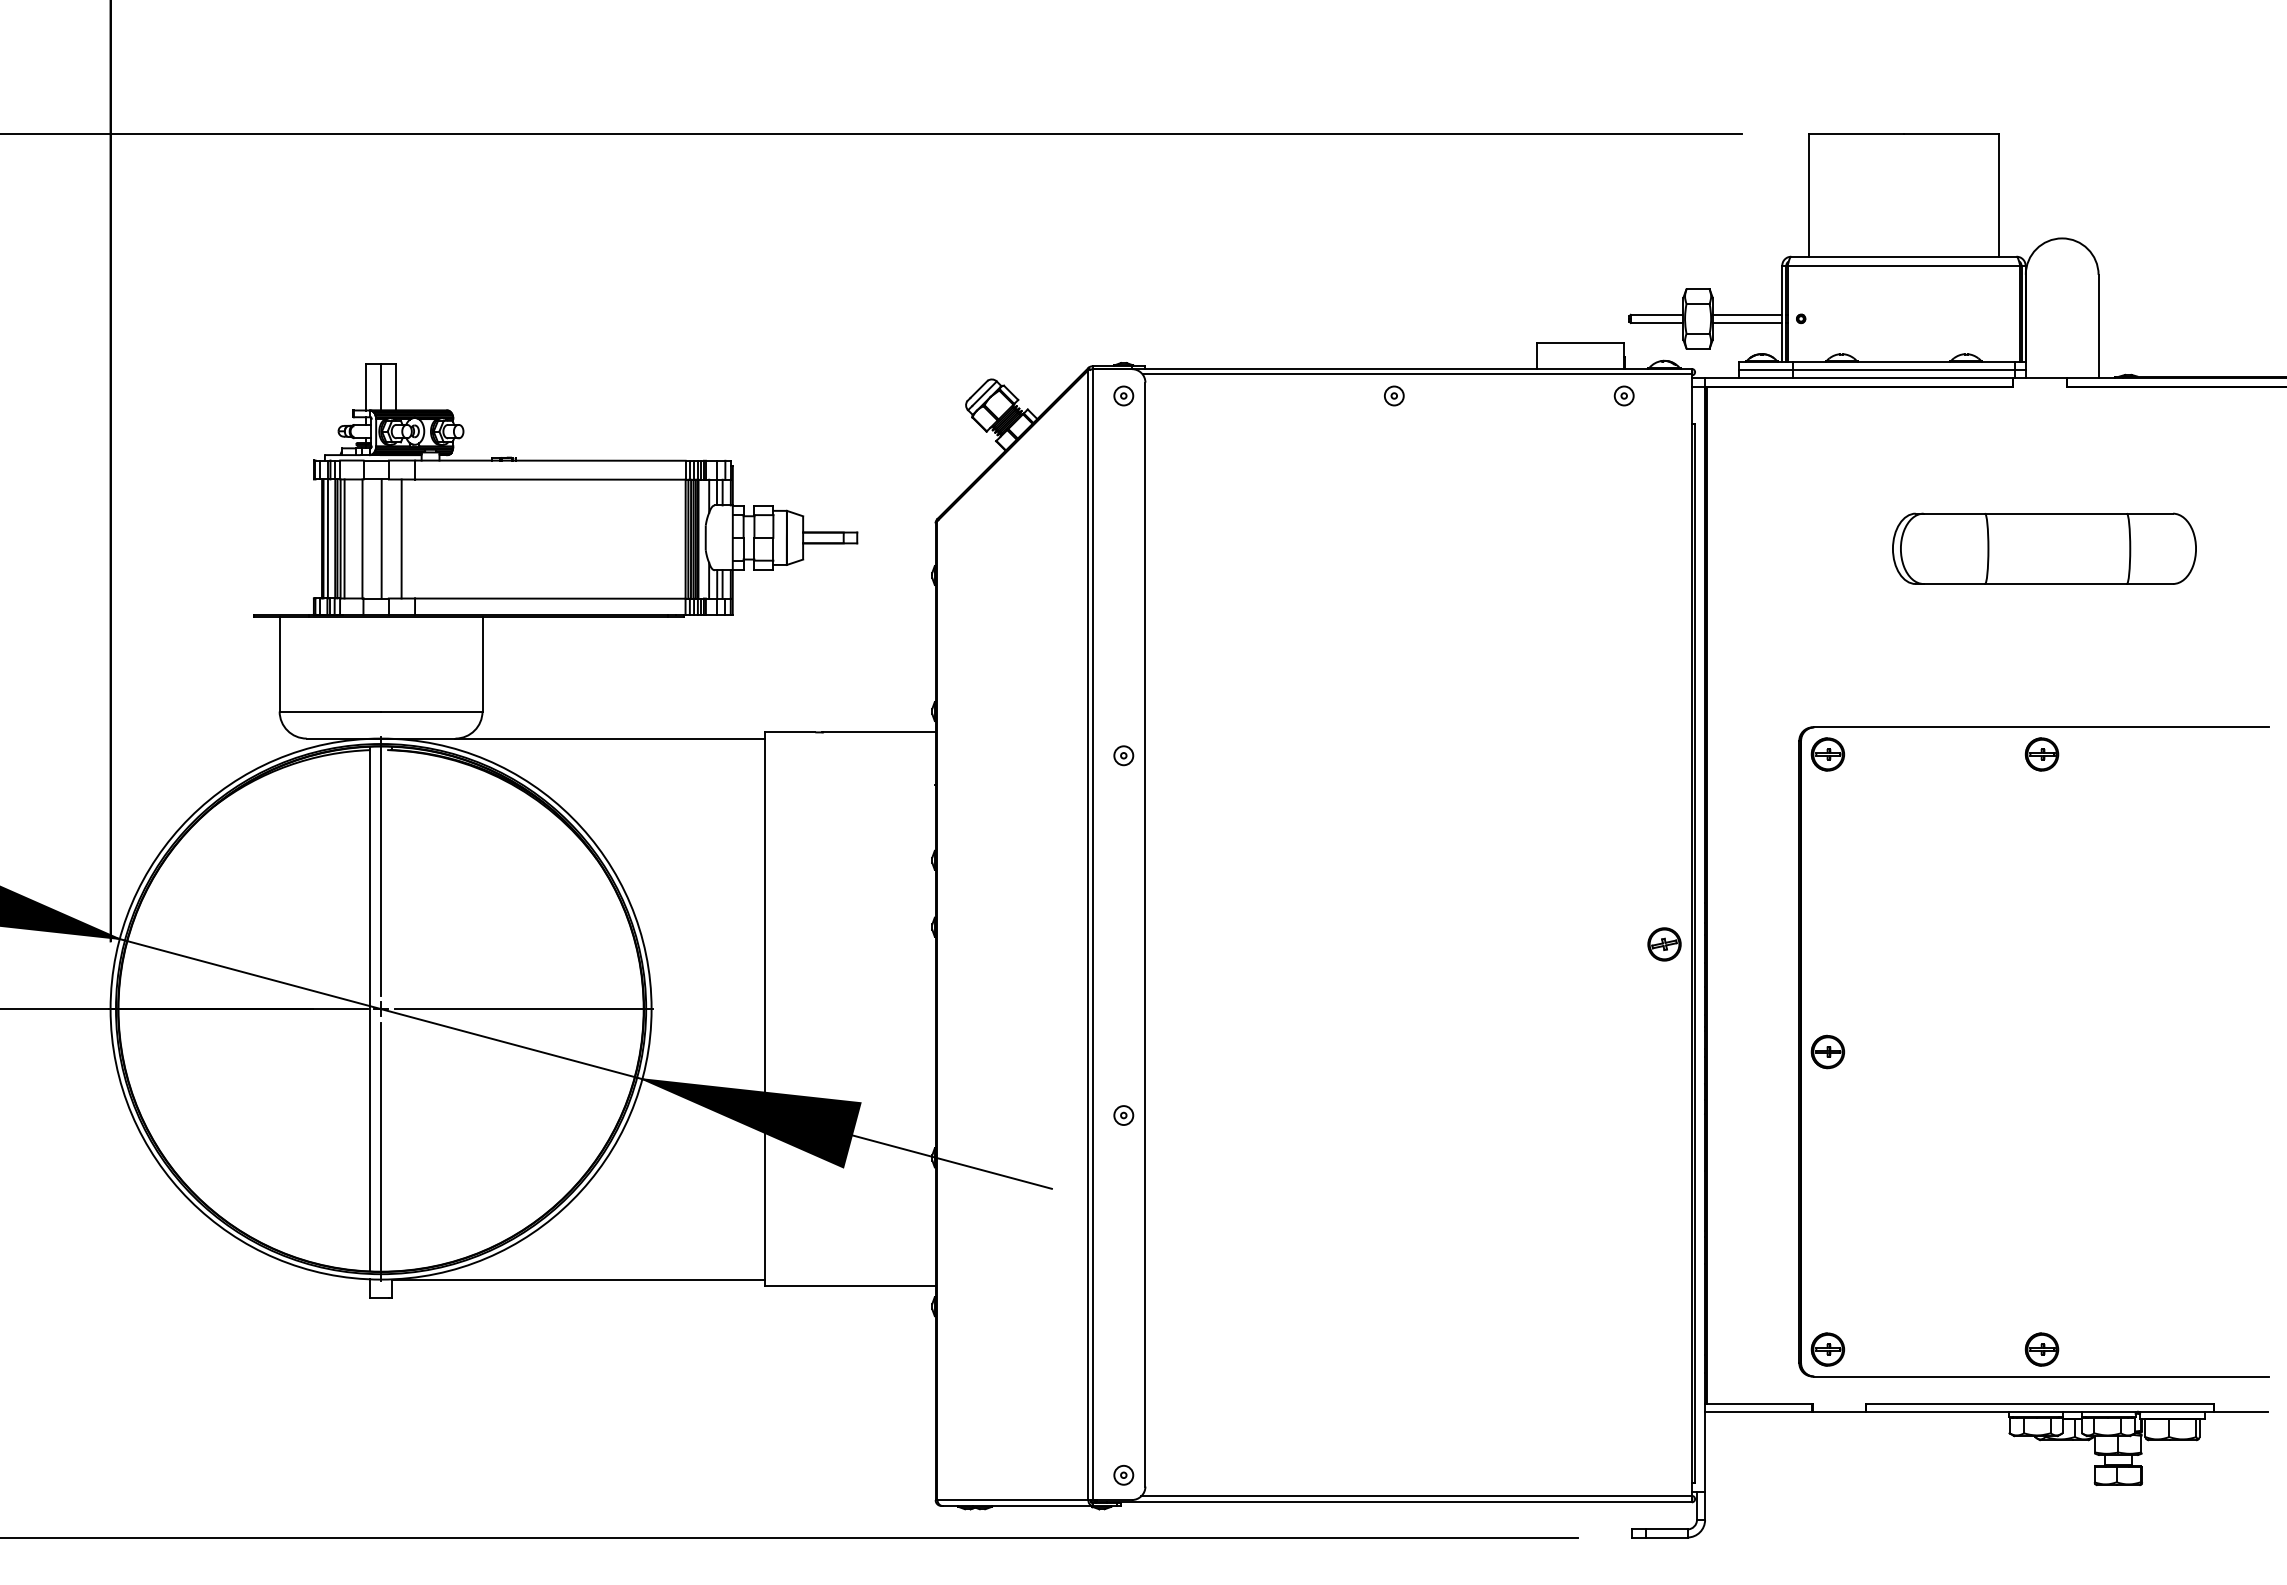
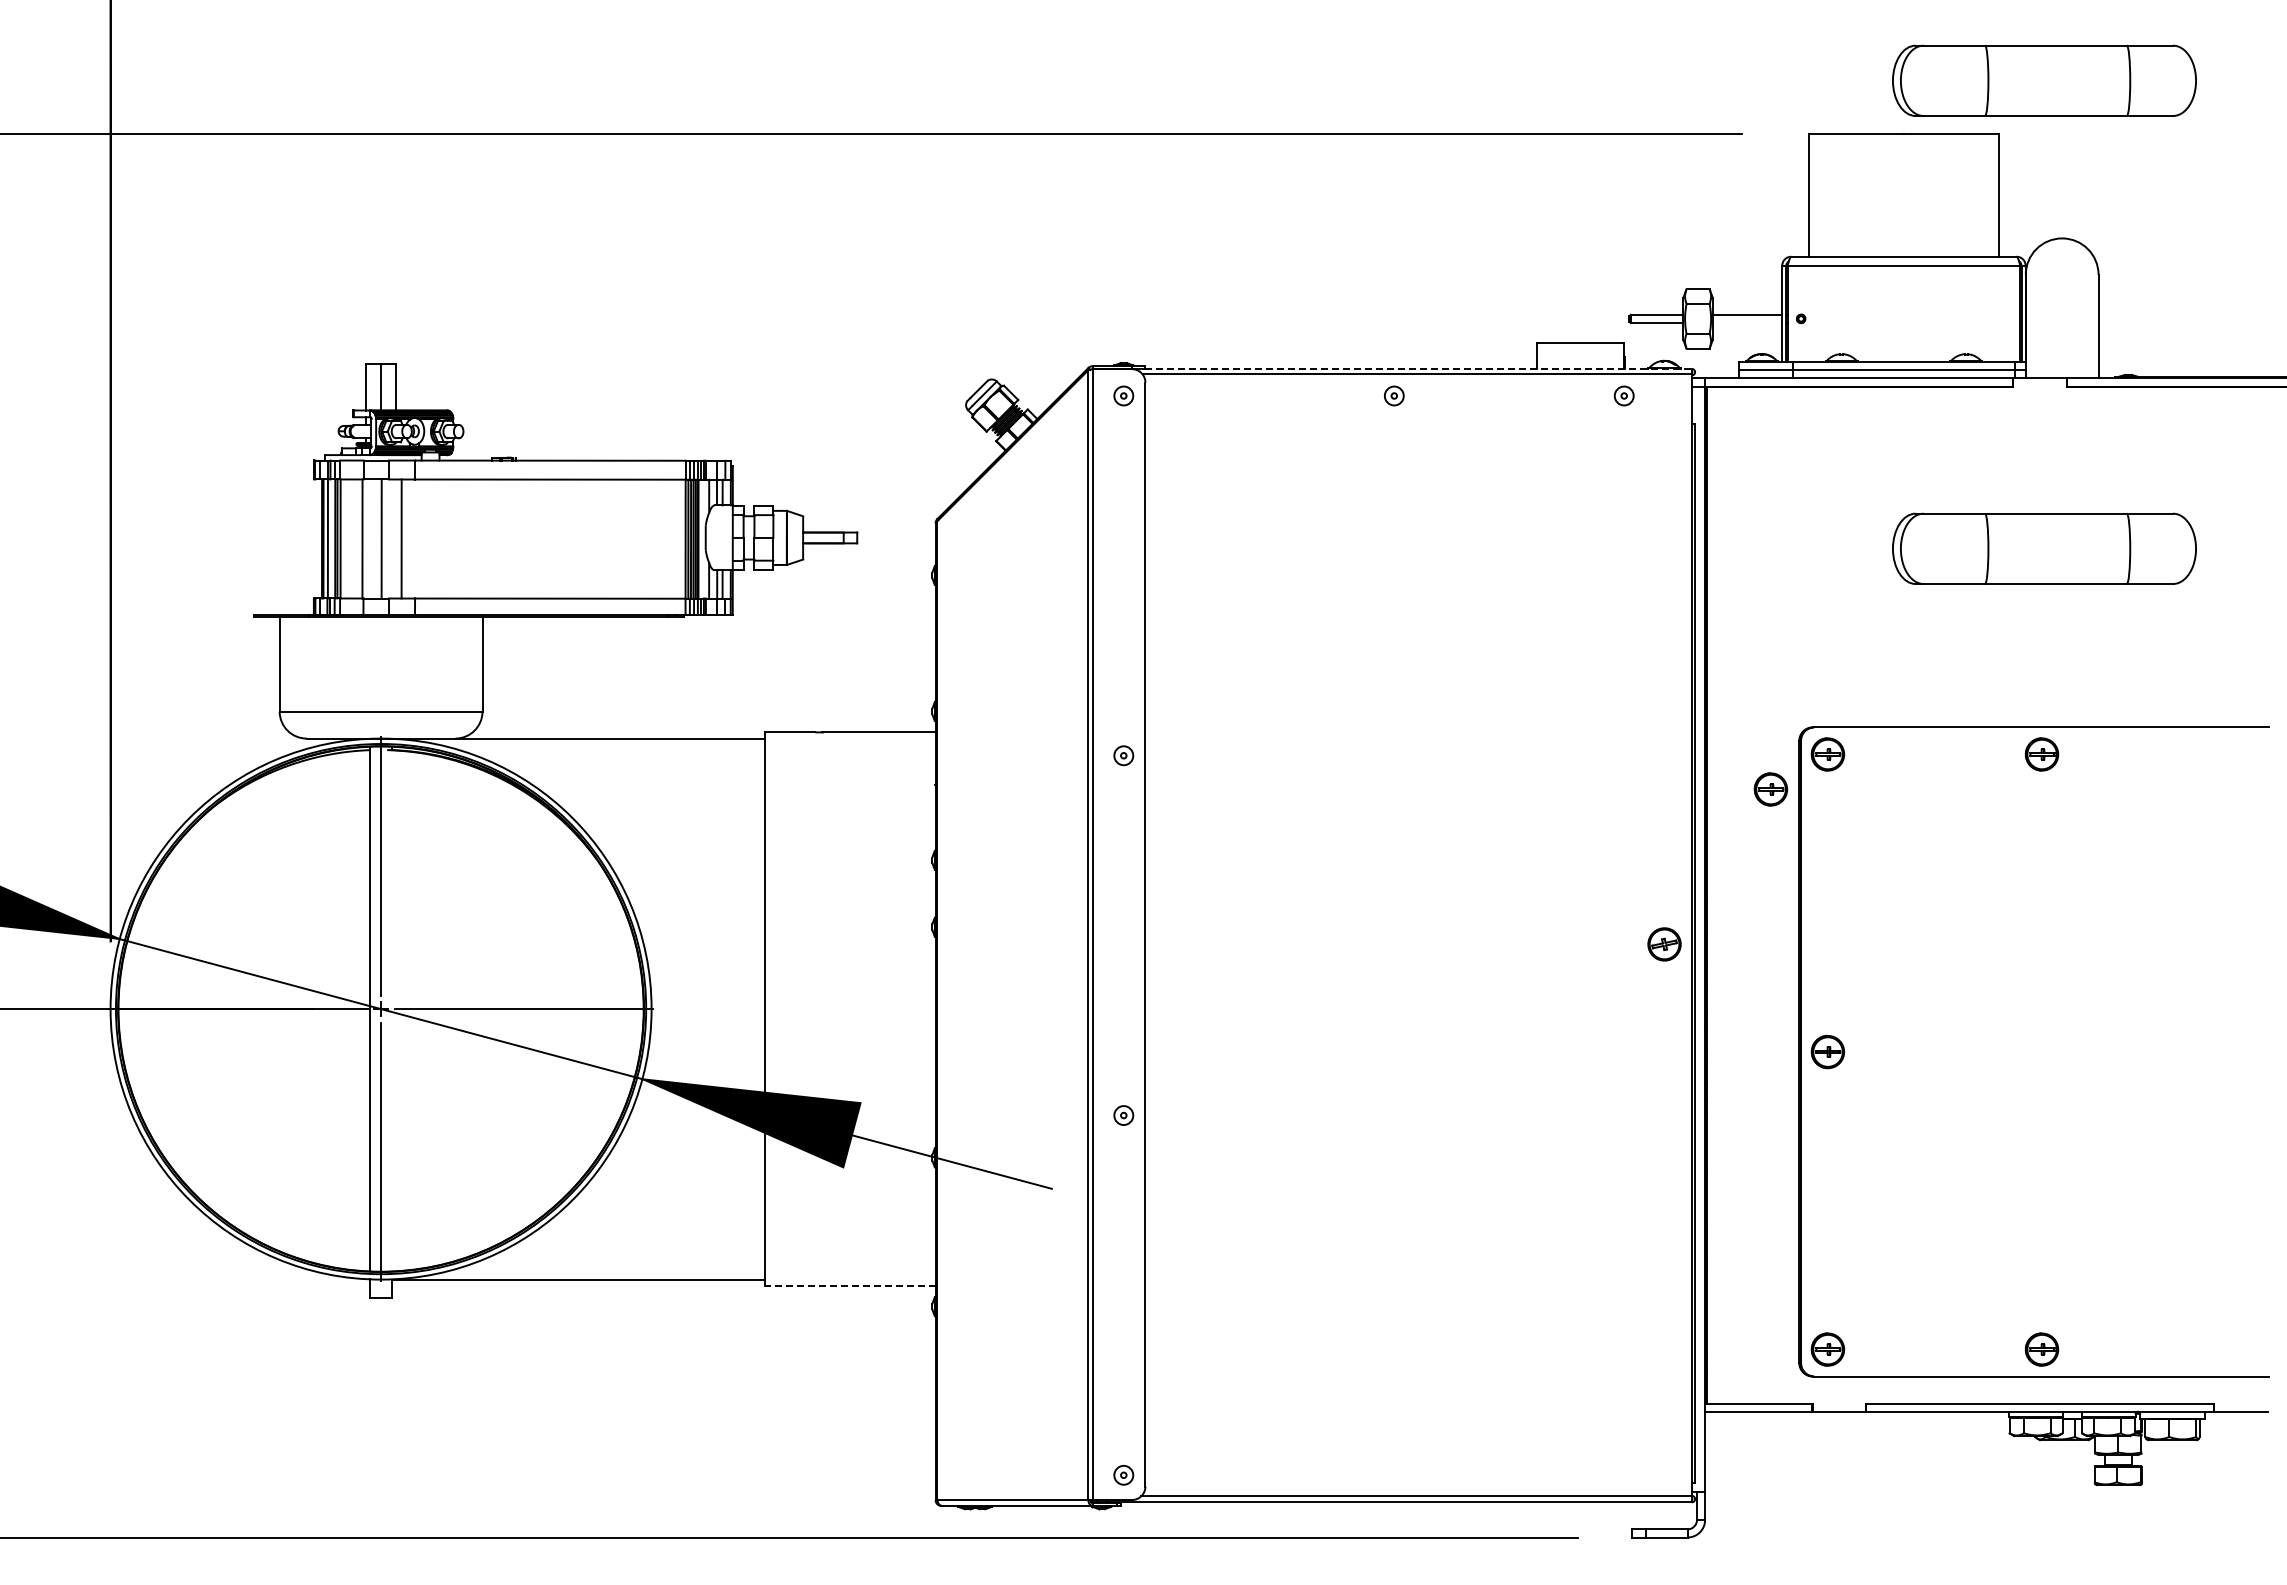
part at (2044, 80): none -> present
line at (1747, 322): present -> none
line at (1418, 368): solid -> dashed
line at (344, 538): present -> none
part at (1770, 789): none -> present
line at (849, 1285): solid -> dashed
